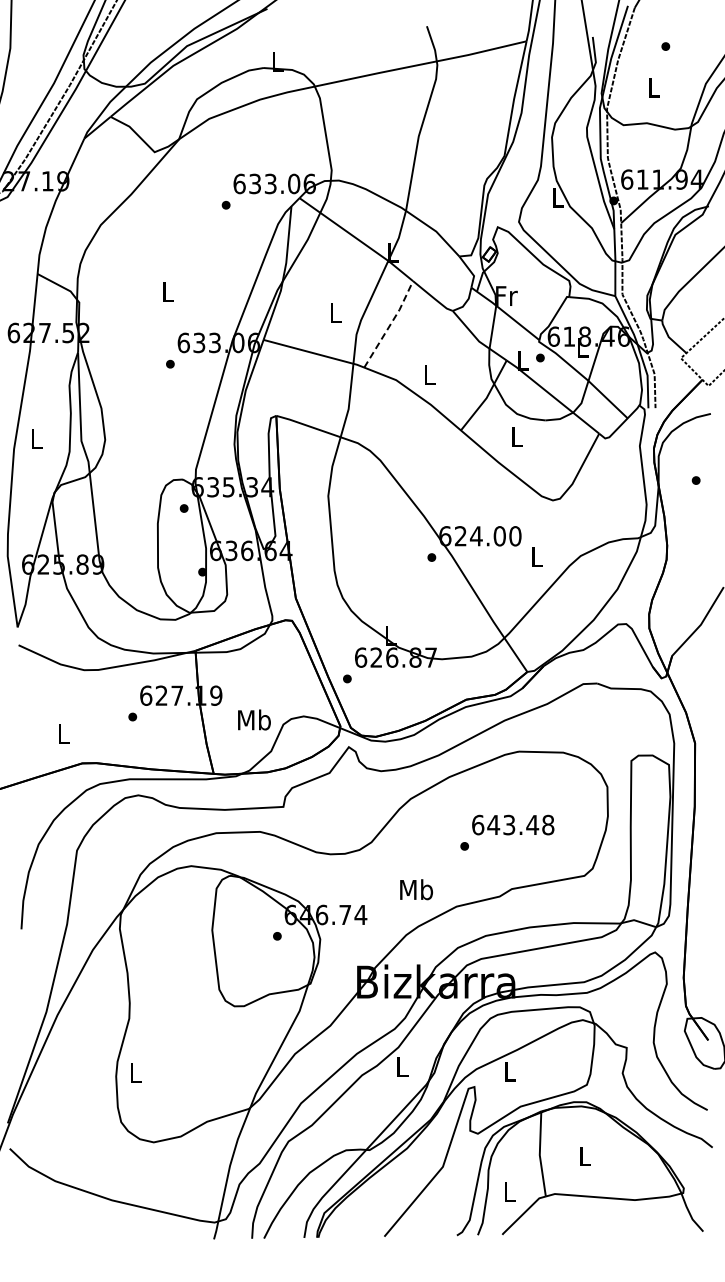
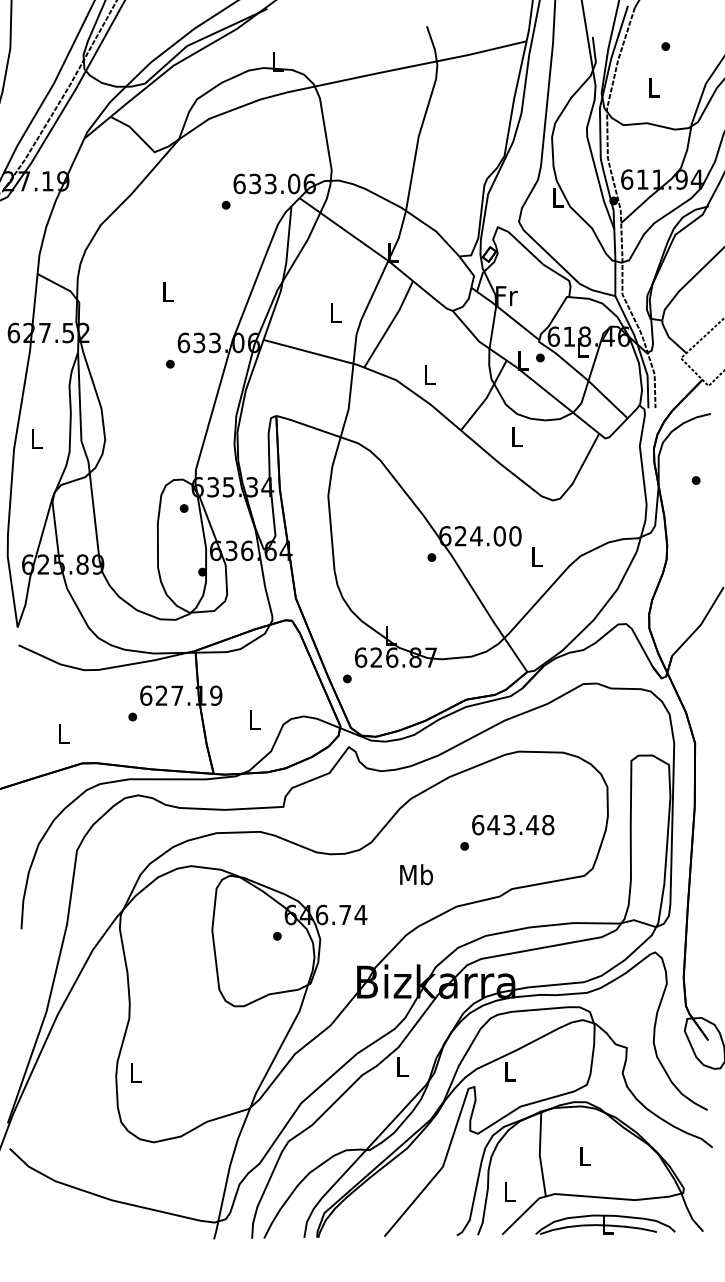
line at (390, 324): dashed -> solid
text at (254, 719): Mb -> L
text at (416, 889) position: (416, 889) -> (416, 874)
part at (605, 1224): none -> present
